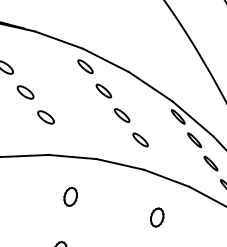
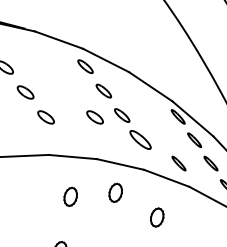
part at (94, 117): none -> present
part at (140, 139) size: 17x16 px -> 23x20 px
part at (178, 163): none -> present
part at (115, 192): none -> present
